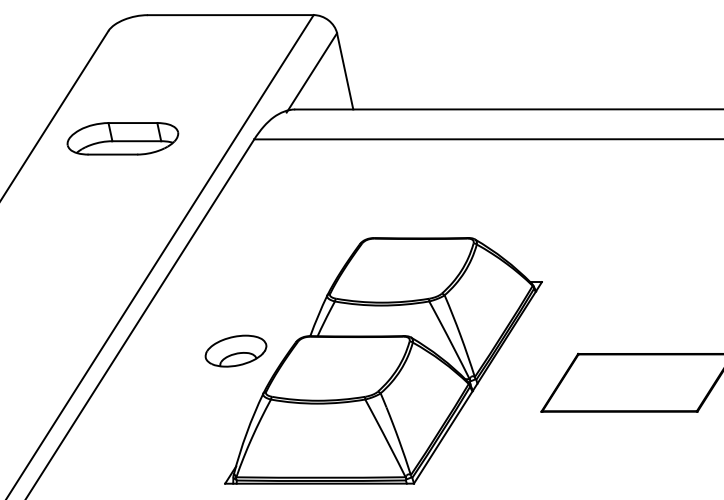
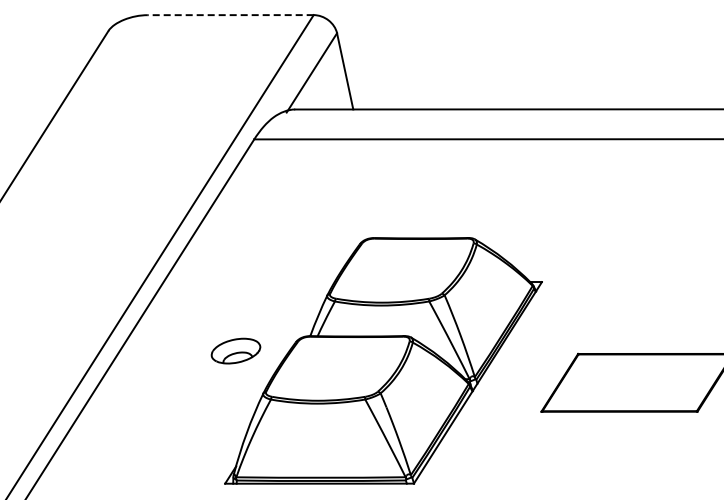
line at (230, 15): solid -> dashed
part at (122, 138): present -> none
part at (235, 350) size: 64x34 px -> 52x28 px
